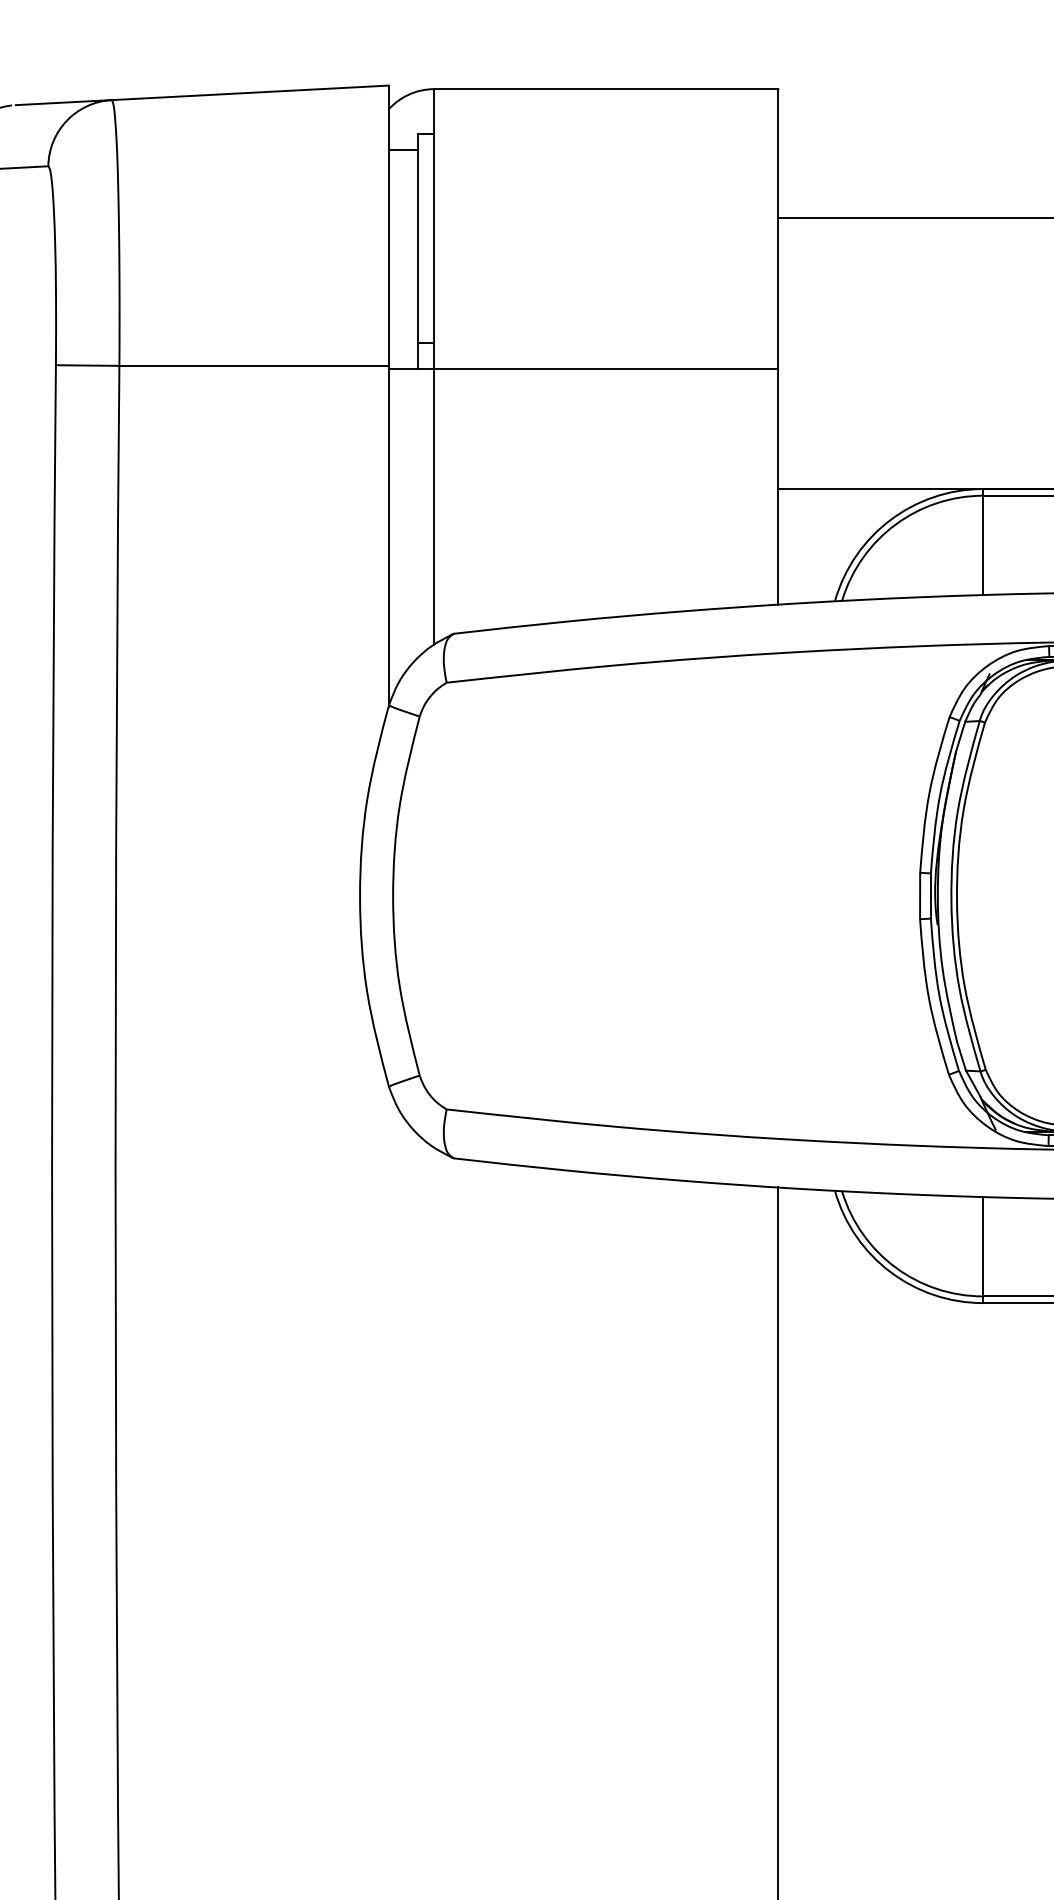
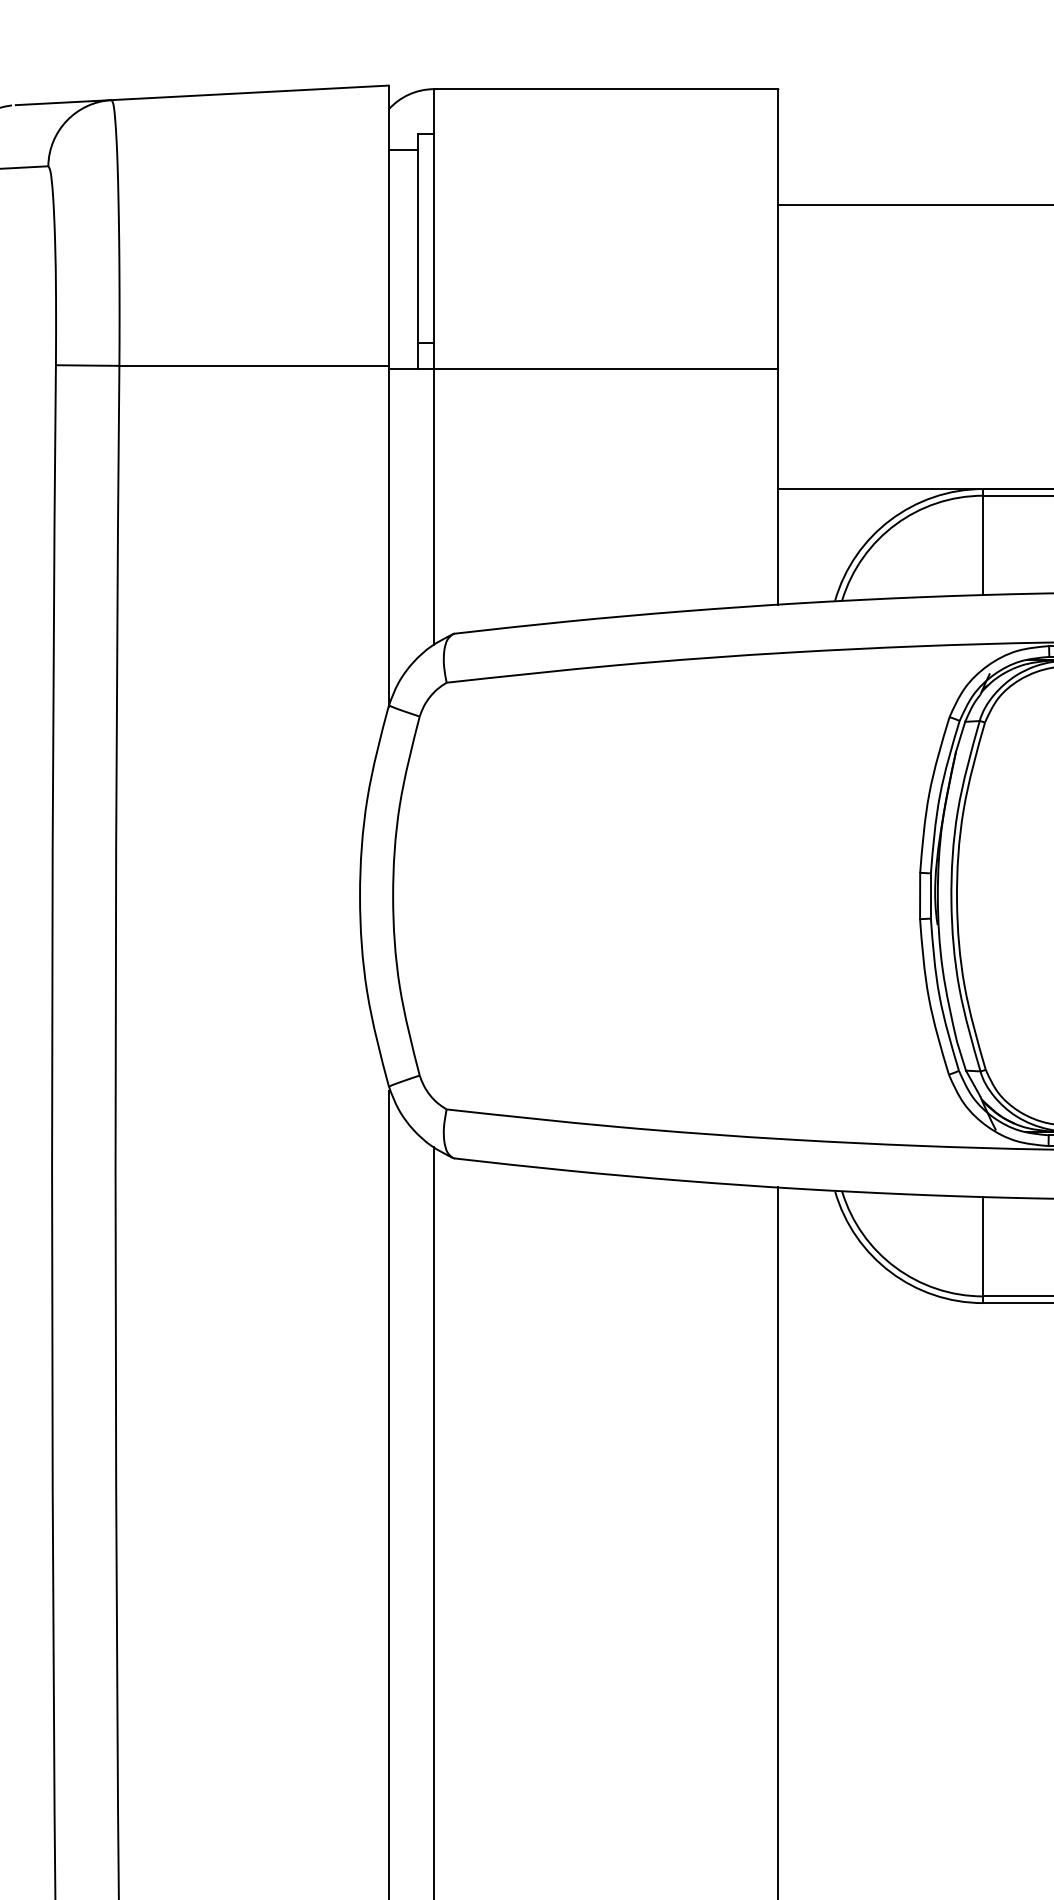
line at (913, 218) position: (913, 218) -> (913, 205)
line at (388, 1493): none -> present
line at (434, 1521): none -> present
